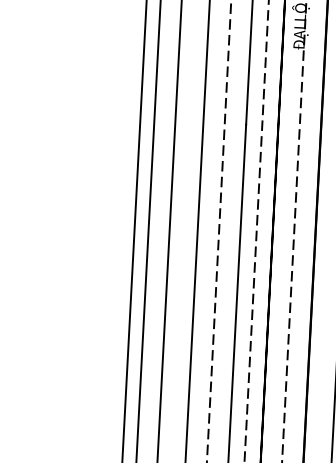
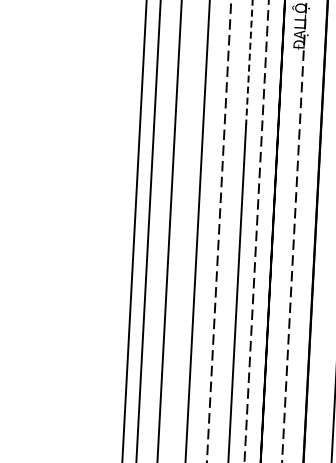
line at (249, 62): solid -> dashed
